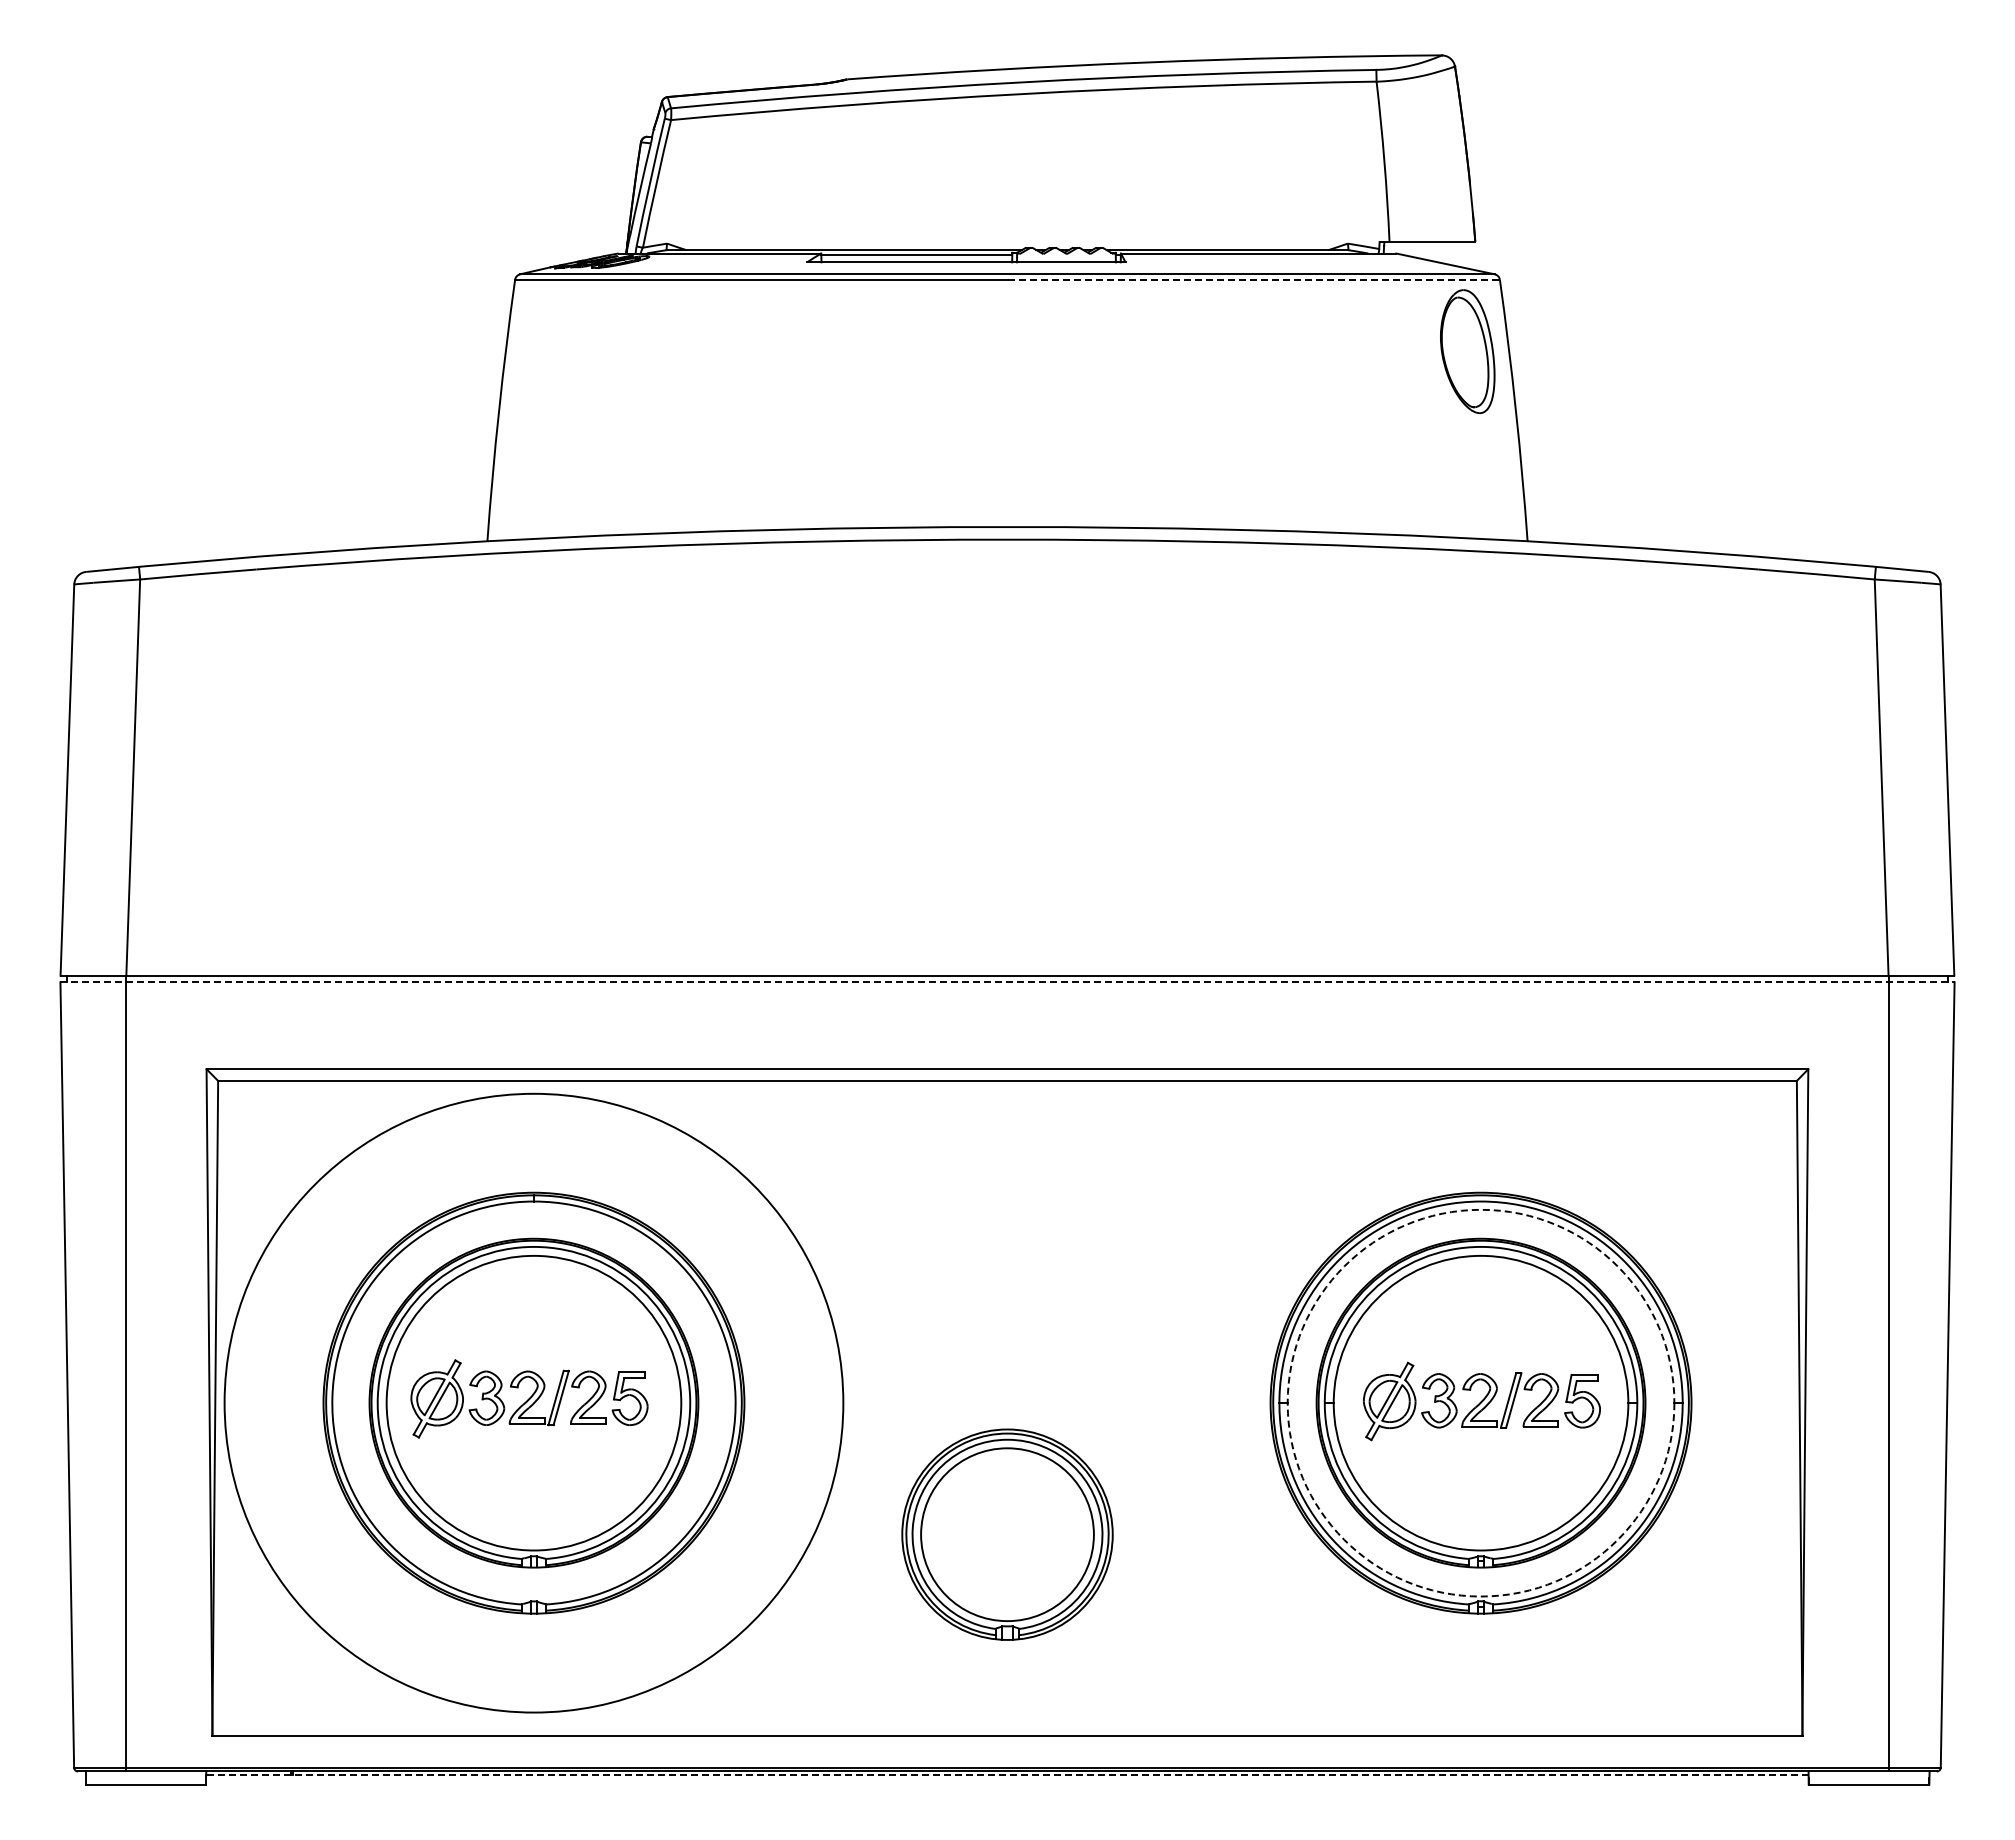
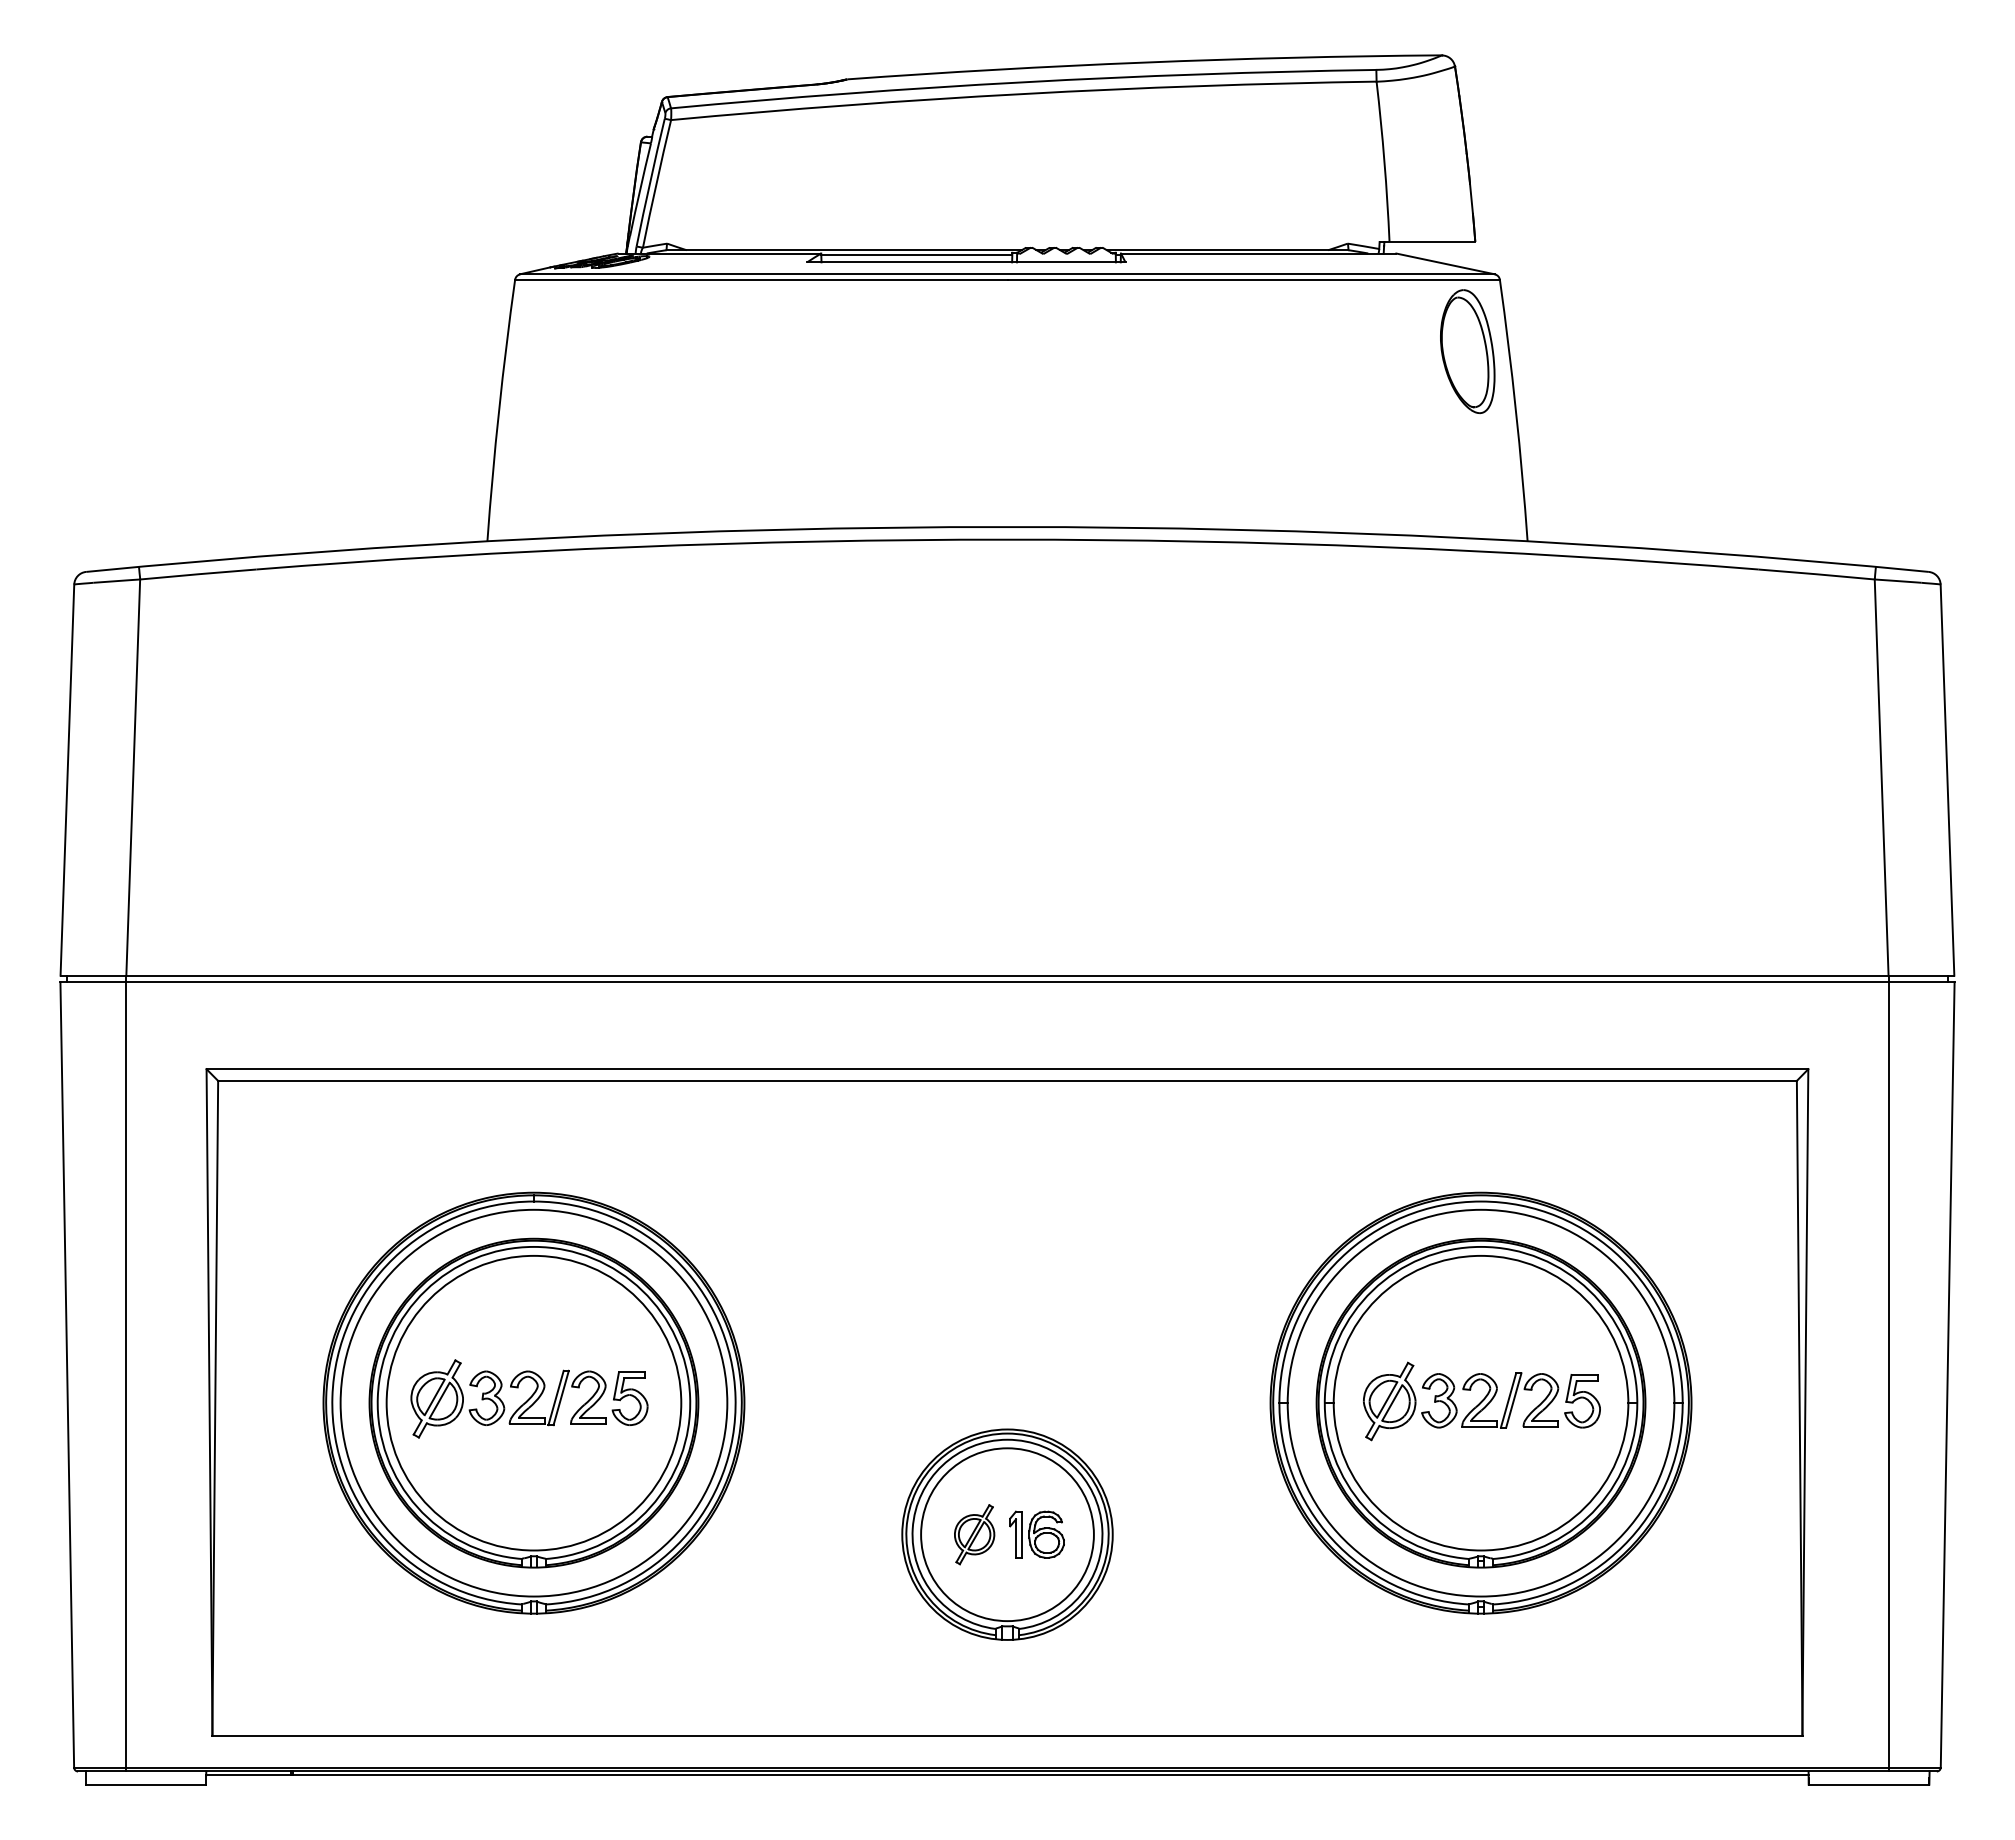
line at (1254, 279): dashed -> solid
line at (1008, 982): dashed -> solid
circle at (533, 1402) diameter: 619 px -> 387 px
circle at (1480, 1402): dashed -> solid
part at (974, 1534): none -> present
part at (1036, 1534): none -> present
line at (1006, 1775): dashed -> solid
